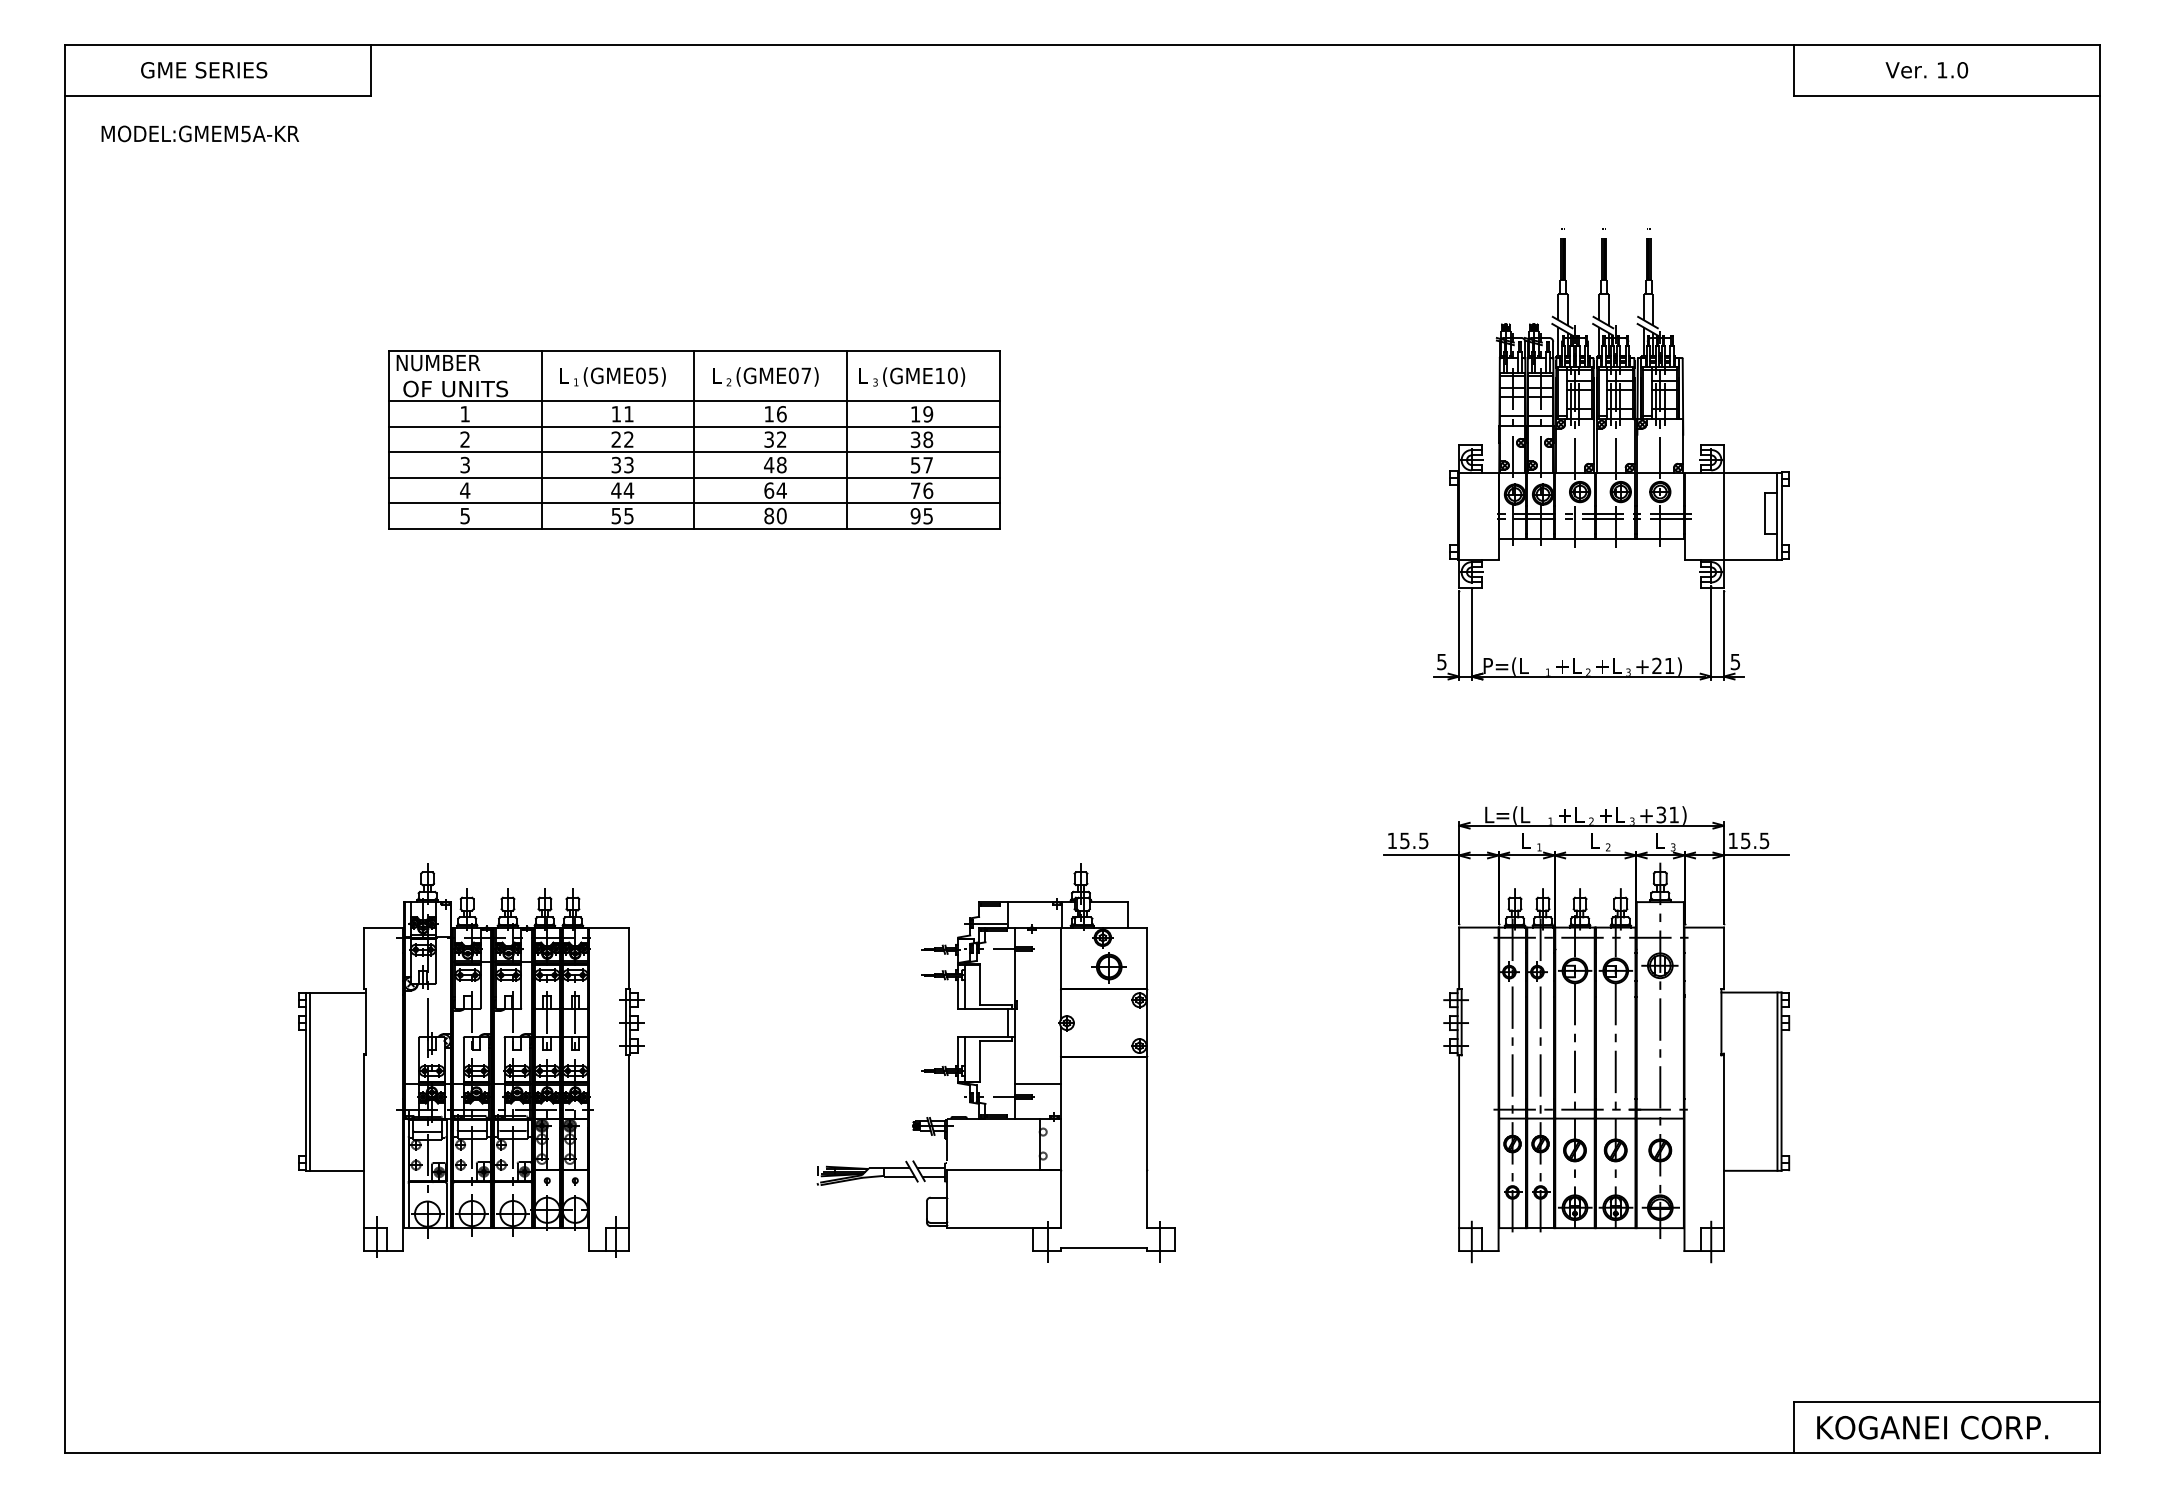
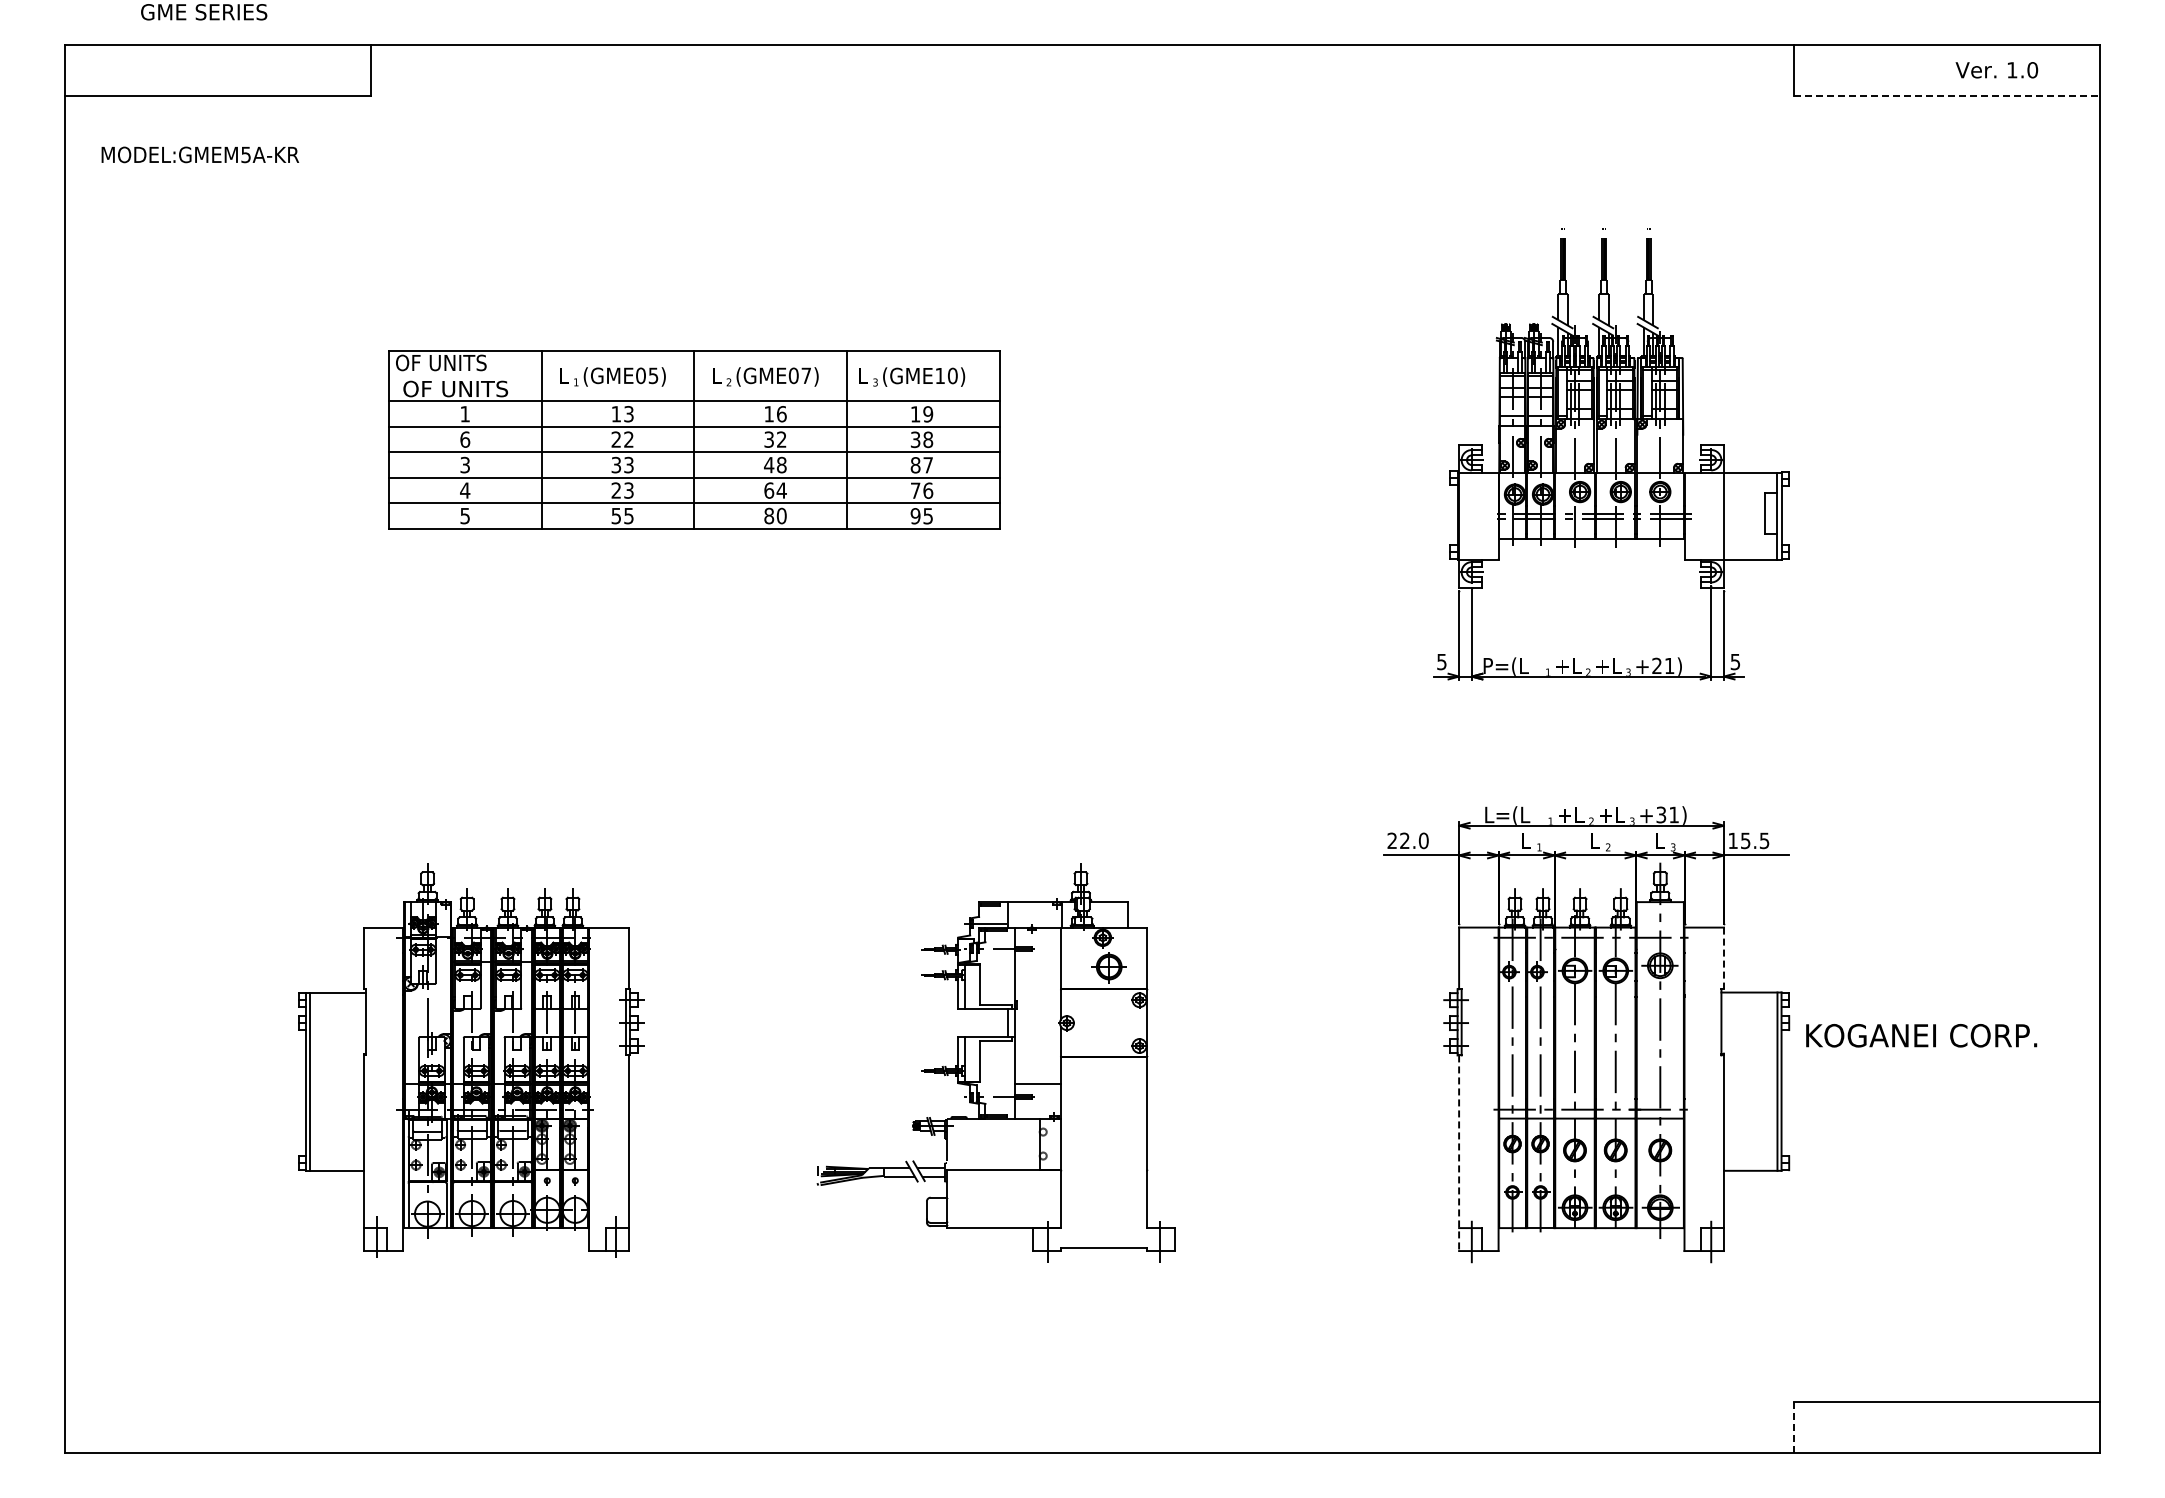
text at (204, 70) position: (204, 70) -> (204, 12)
text at (1926, 70) position: (1926, 70) -> (1996, 70)
line at (1947, 95): solid -> dashed
text at (200, 133) position: (200, 133) -> (200, 154)
text at (441, 362): NUMBER -> OF UNITS
text at (628, 414): 11 -> 13
text at (465, 439): 2 -> 6
text at (915, 465): 57 -> 87
text at (622, 490): 44 -> 23
text at (1407, 840): 15.5 -> 22.0
line at (1723, 958): solid -> dashed
line at (1459, 1153): solid -> dashed
text at (1932, 1427) position: (1932, 1427) -> (1921, 1035)
line at (1794, 1428): solid -> dashed
